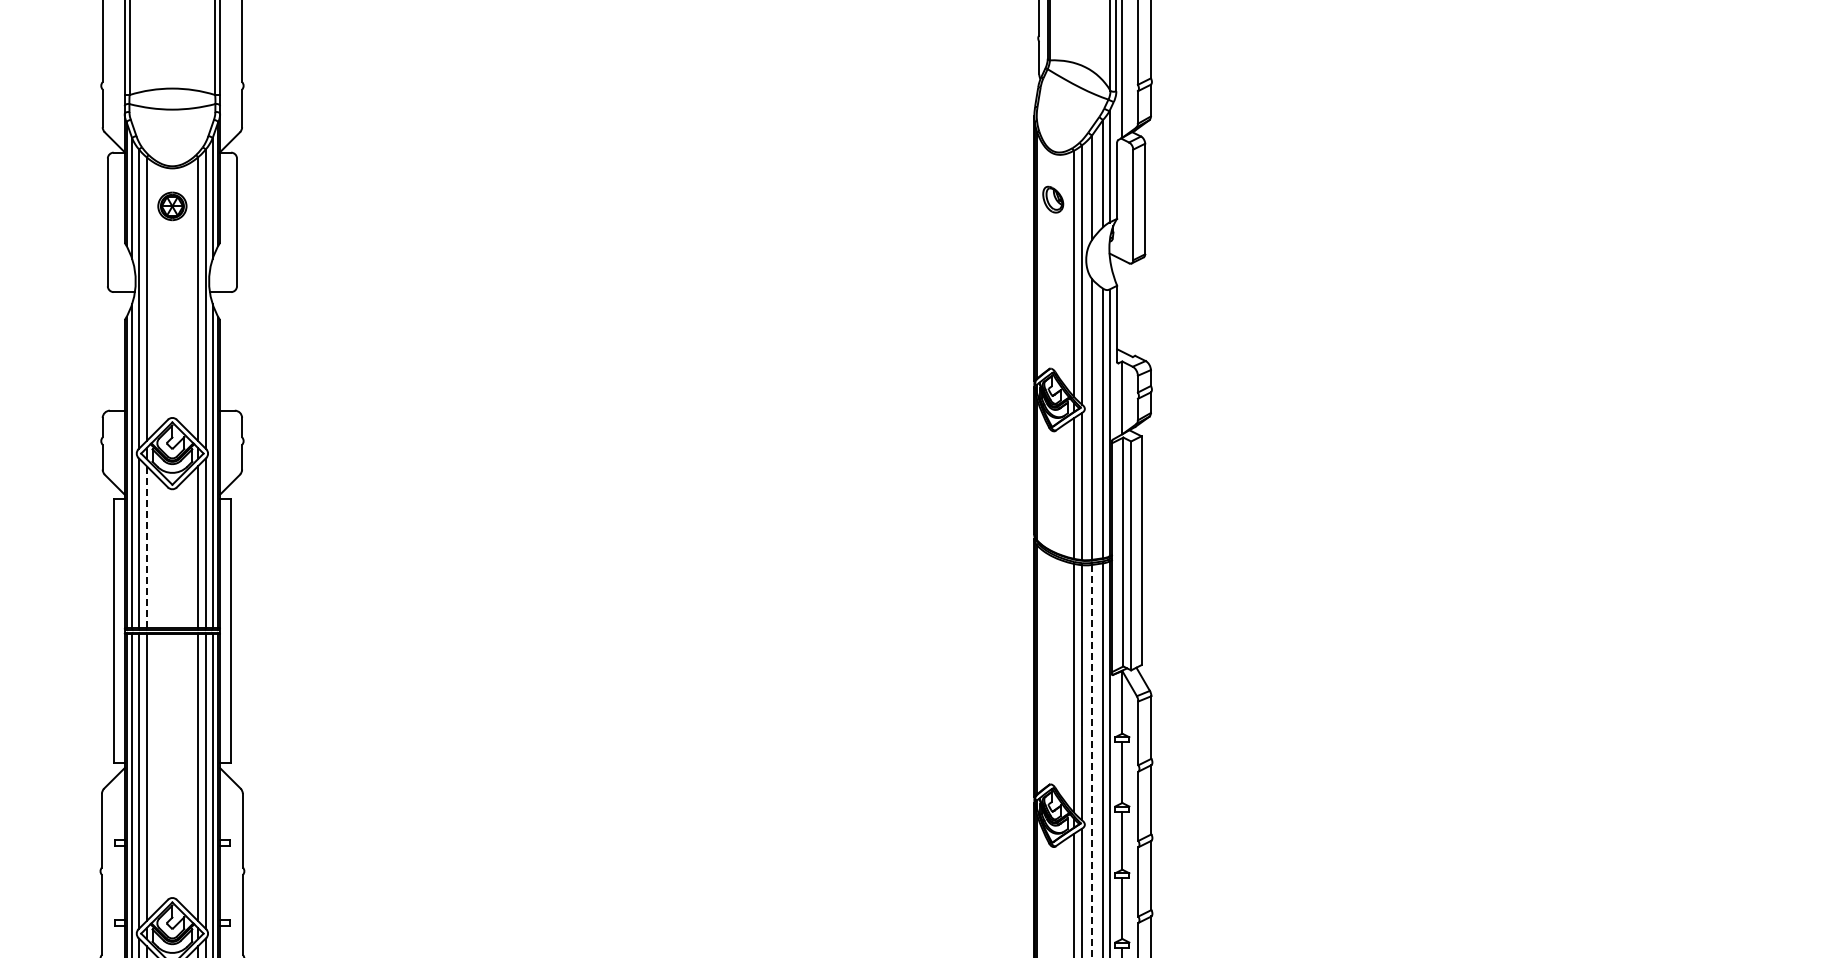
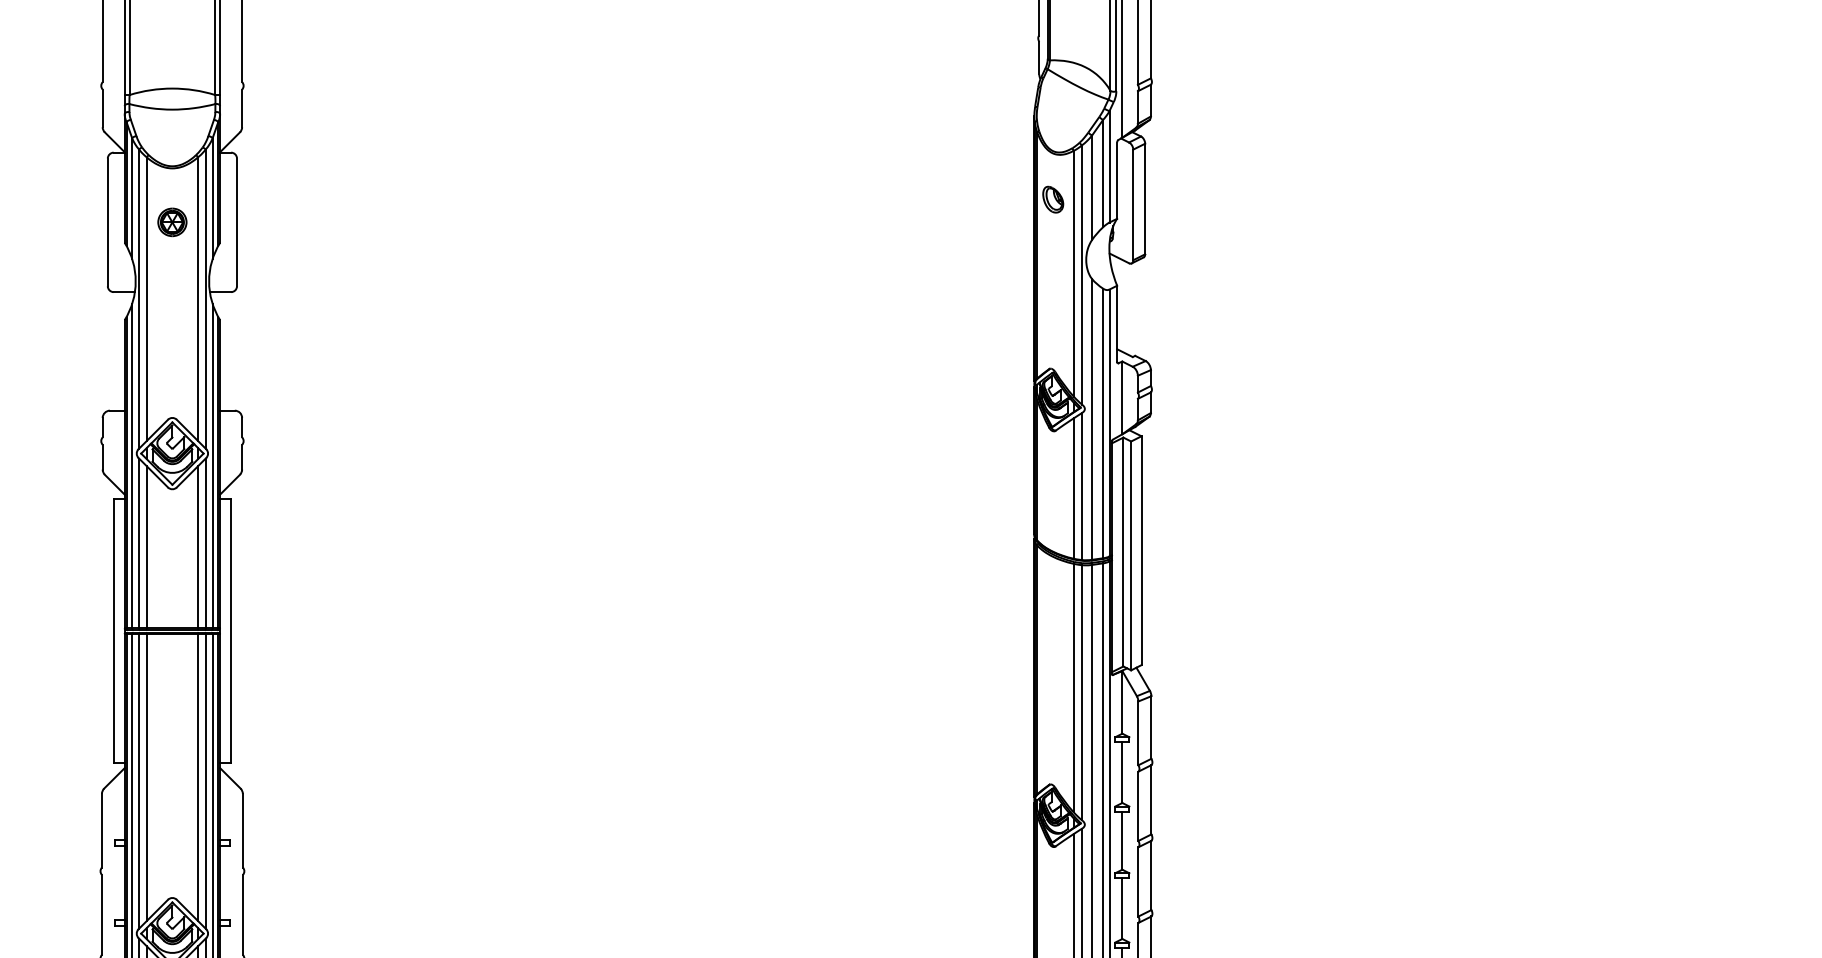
part at (172, 206) position: (172, 206) -> (172, 222)
line at (146, 546): dashed -> solid
line at (1092, 761): dashed -> solid
